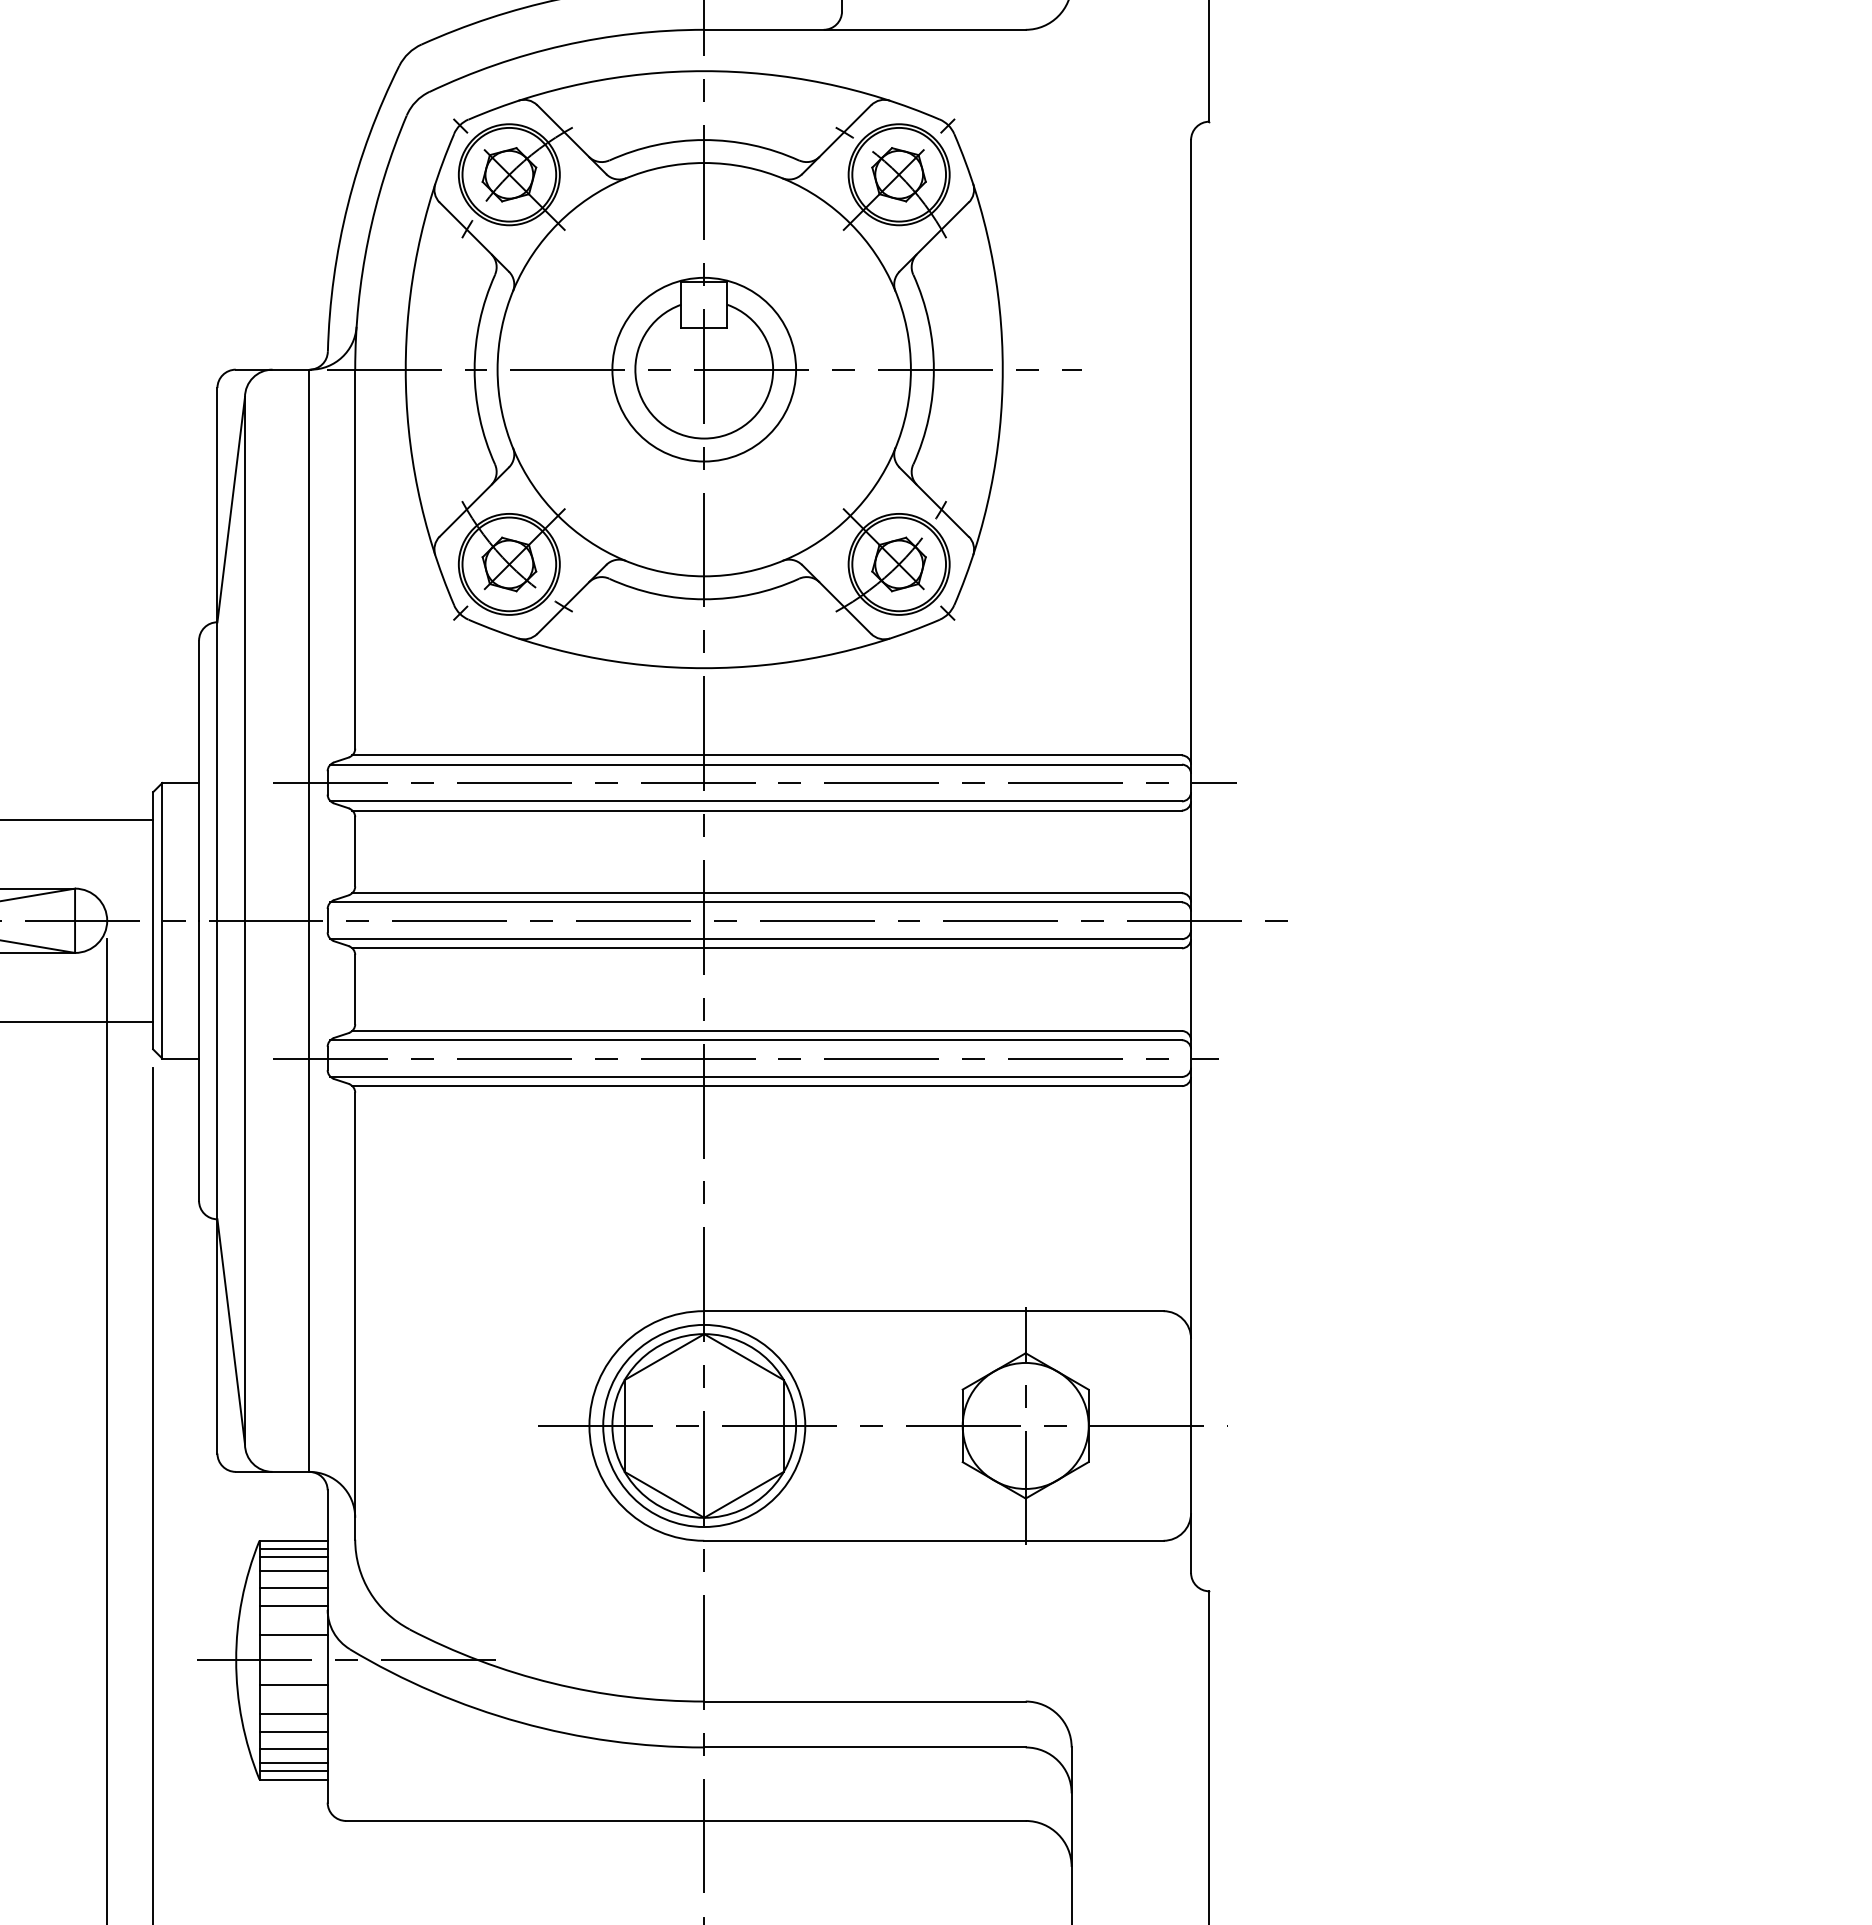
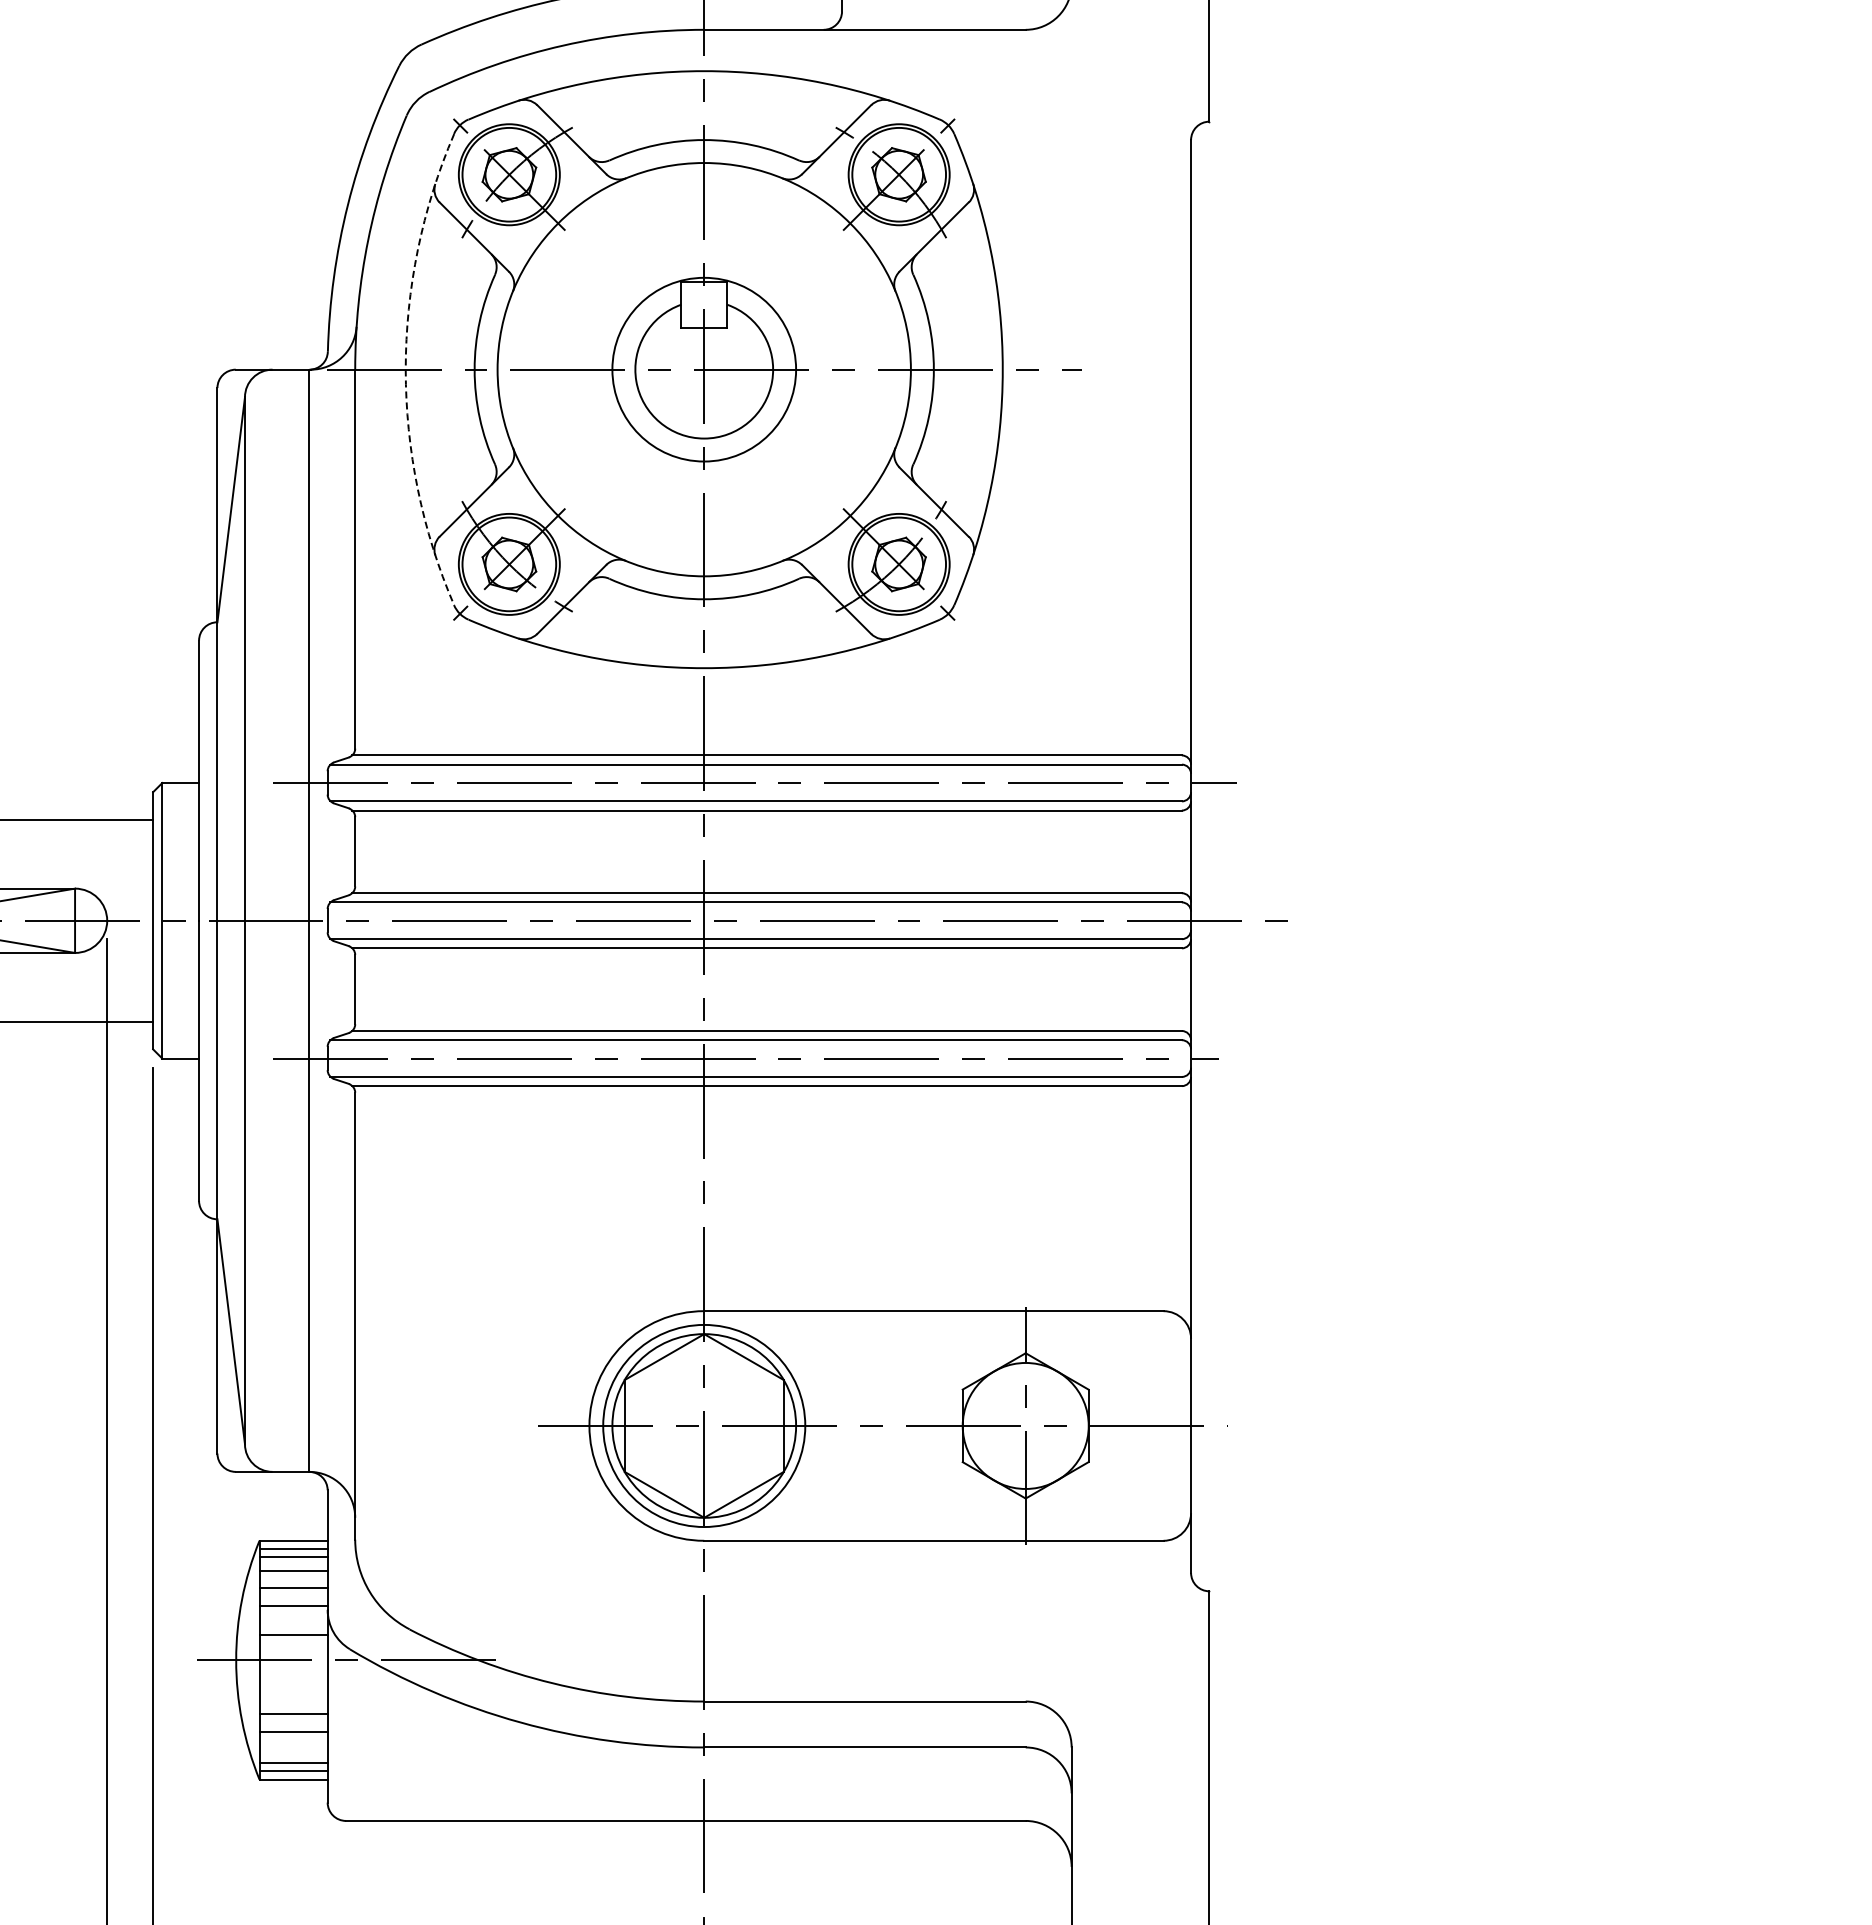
arc at (405, 369): solid -> dashed
line at (293, 1685): present -> none
line at (293, 1748): present -> none
